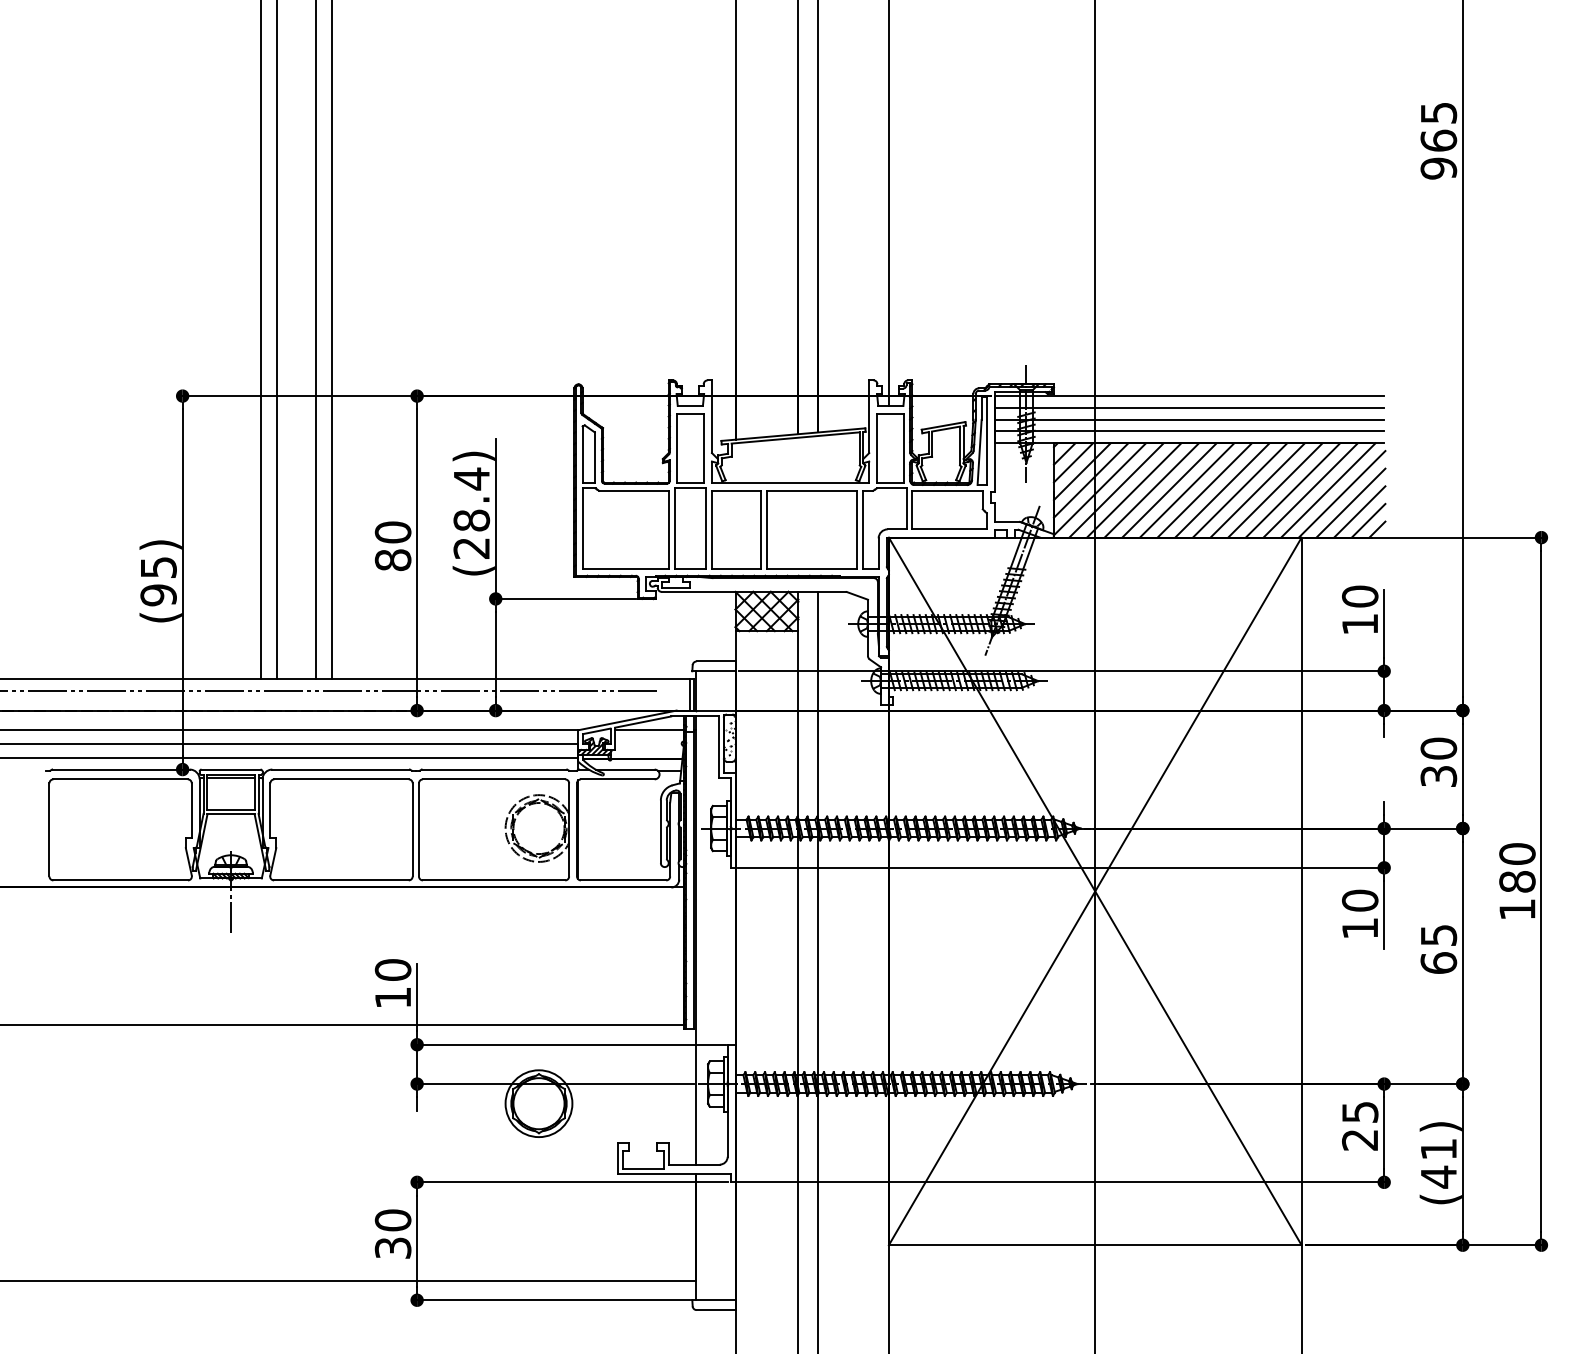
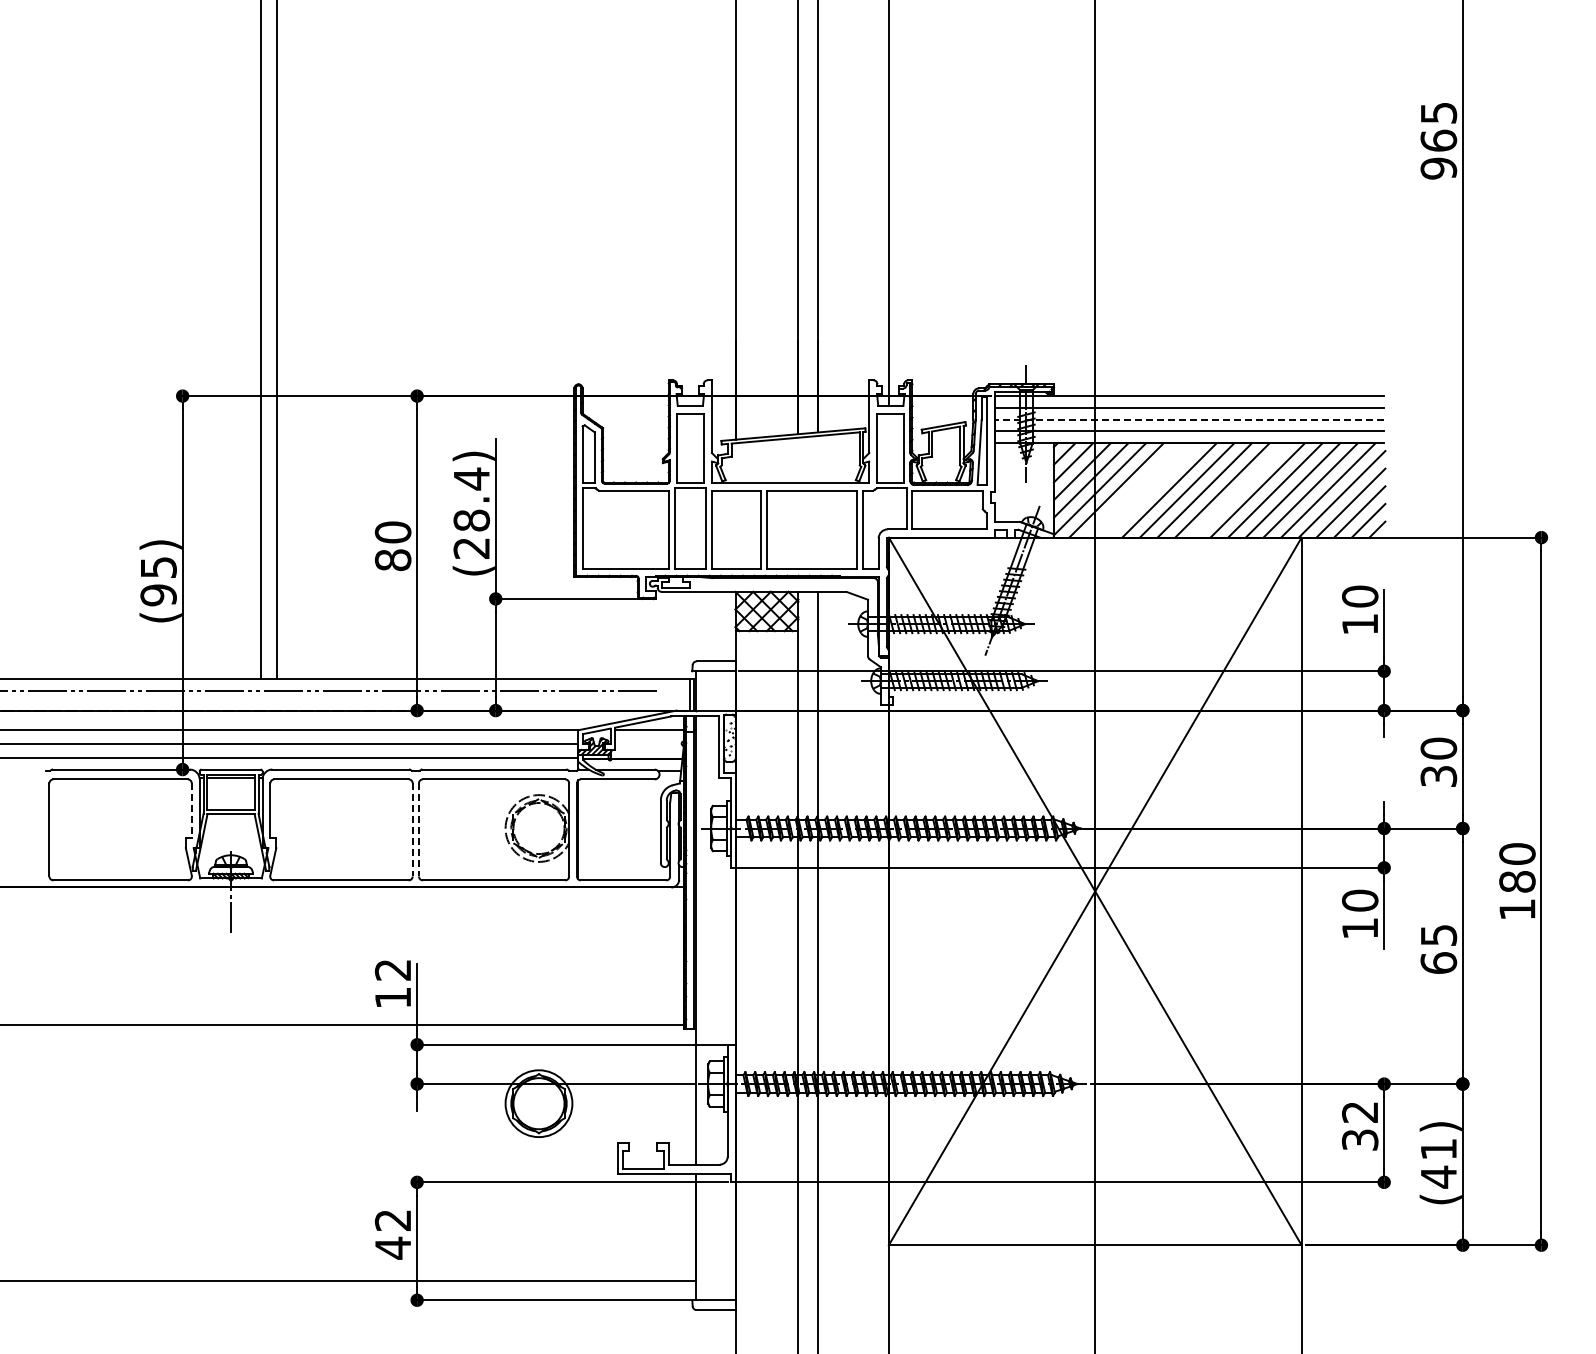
line at (316, 340): present -> none
line at (332, 340): present -> none
line at (1189, 419): solid -> dashed
line at (1134, 490): present -> none
line at (1151, 490): present -> none
line at (1239, 490): present -> none
line at (191, 810): solid -> dashed
line at (412, 829): solid -> dashed
line at (418, 829): solid -> dashed
text at (392, 969): 10 -> 12
text at (1360, 1126): 25 -> 32
text at (392, 1234): 30 -> 42
